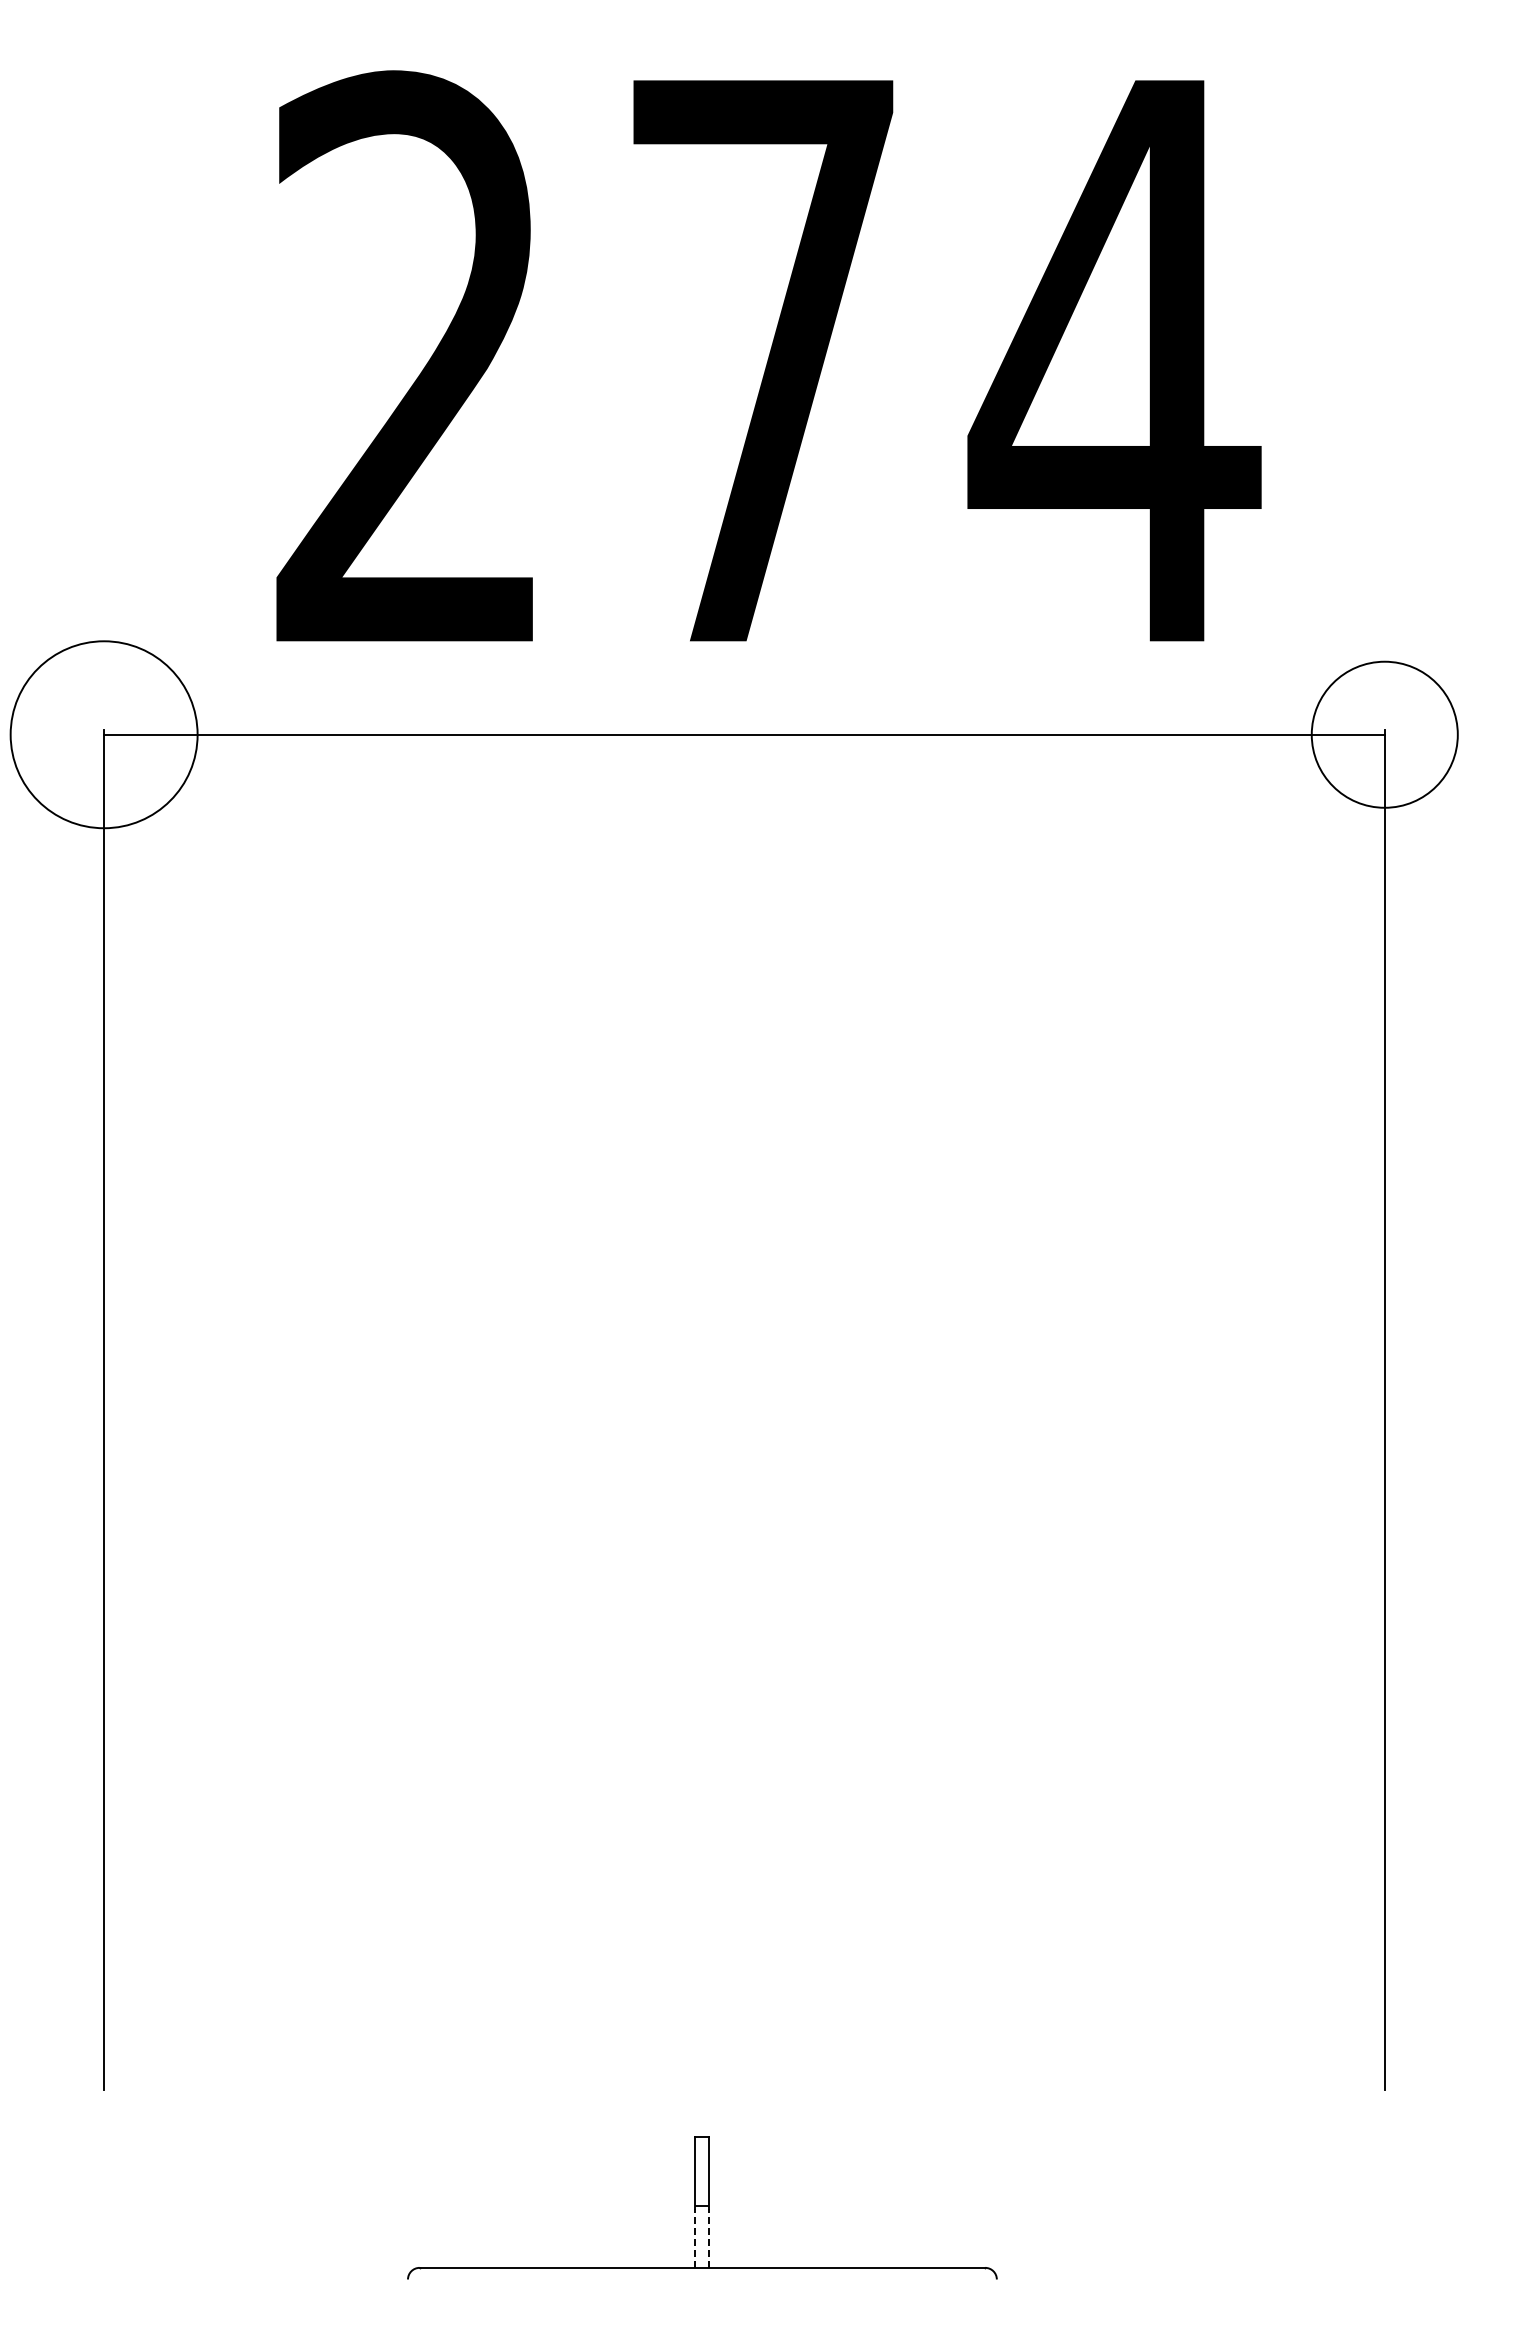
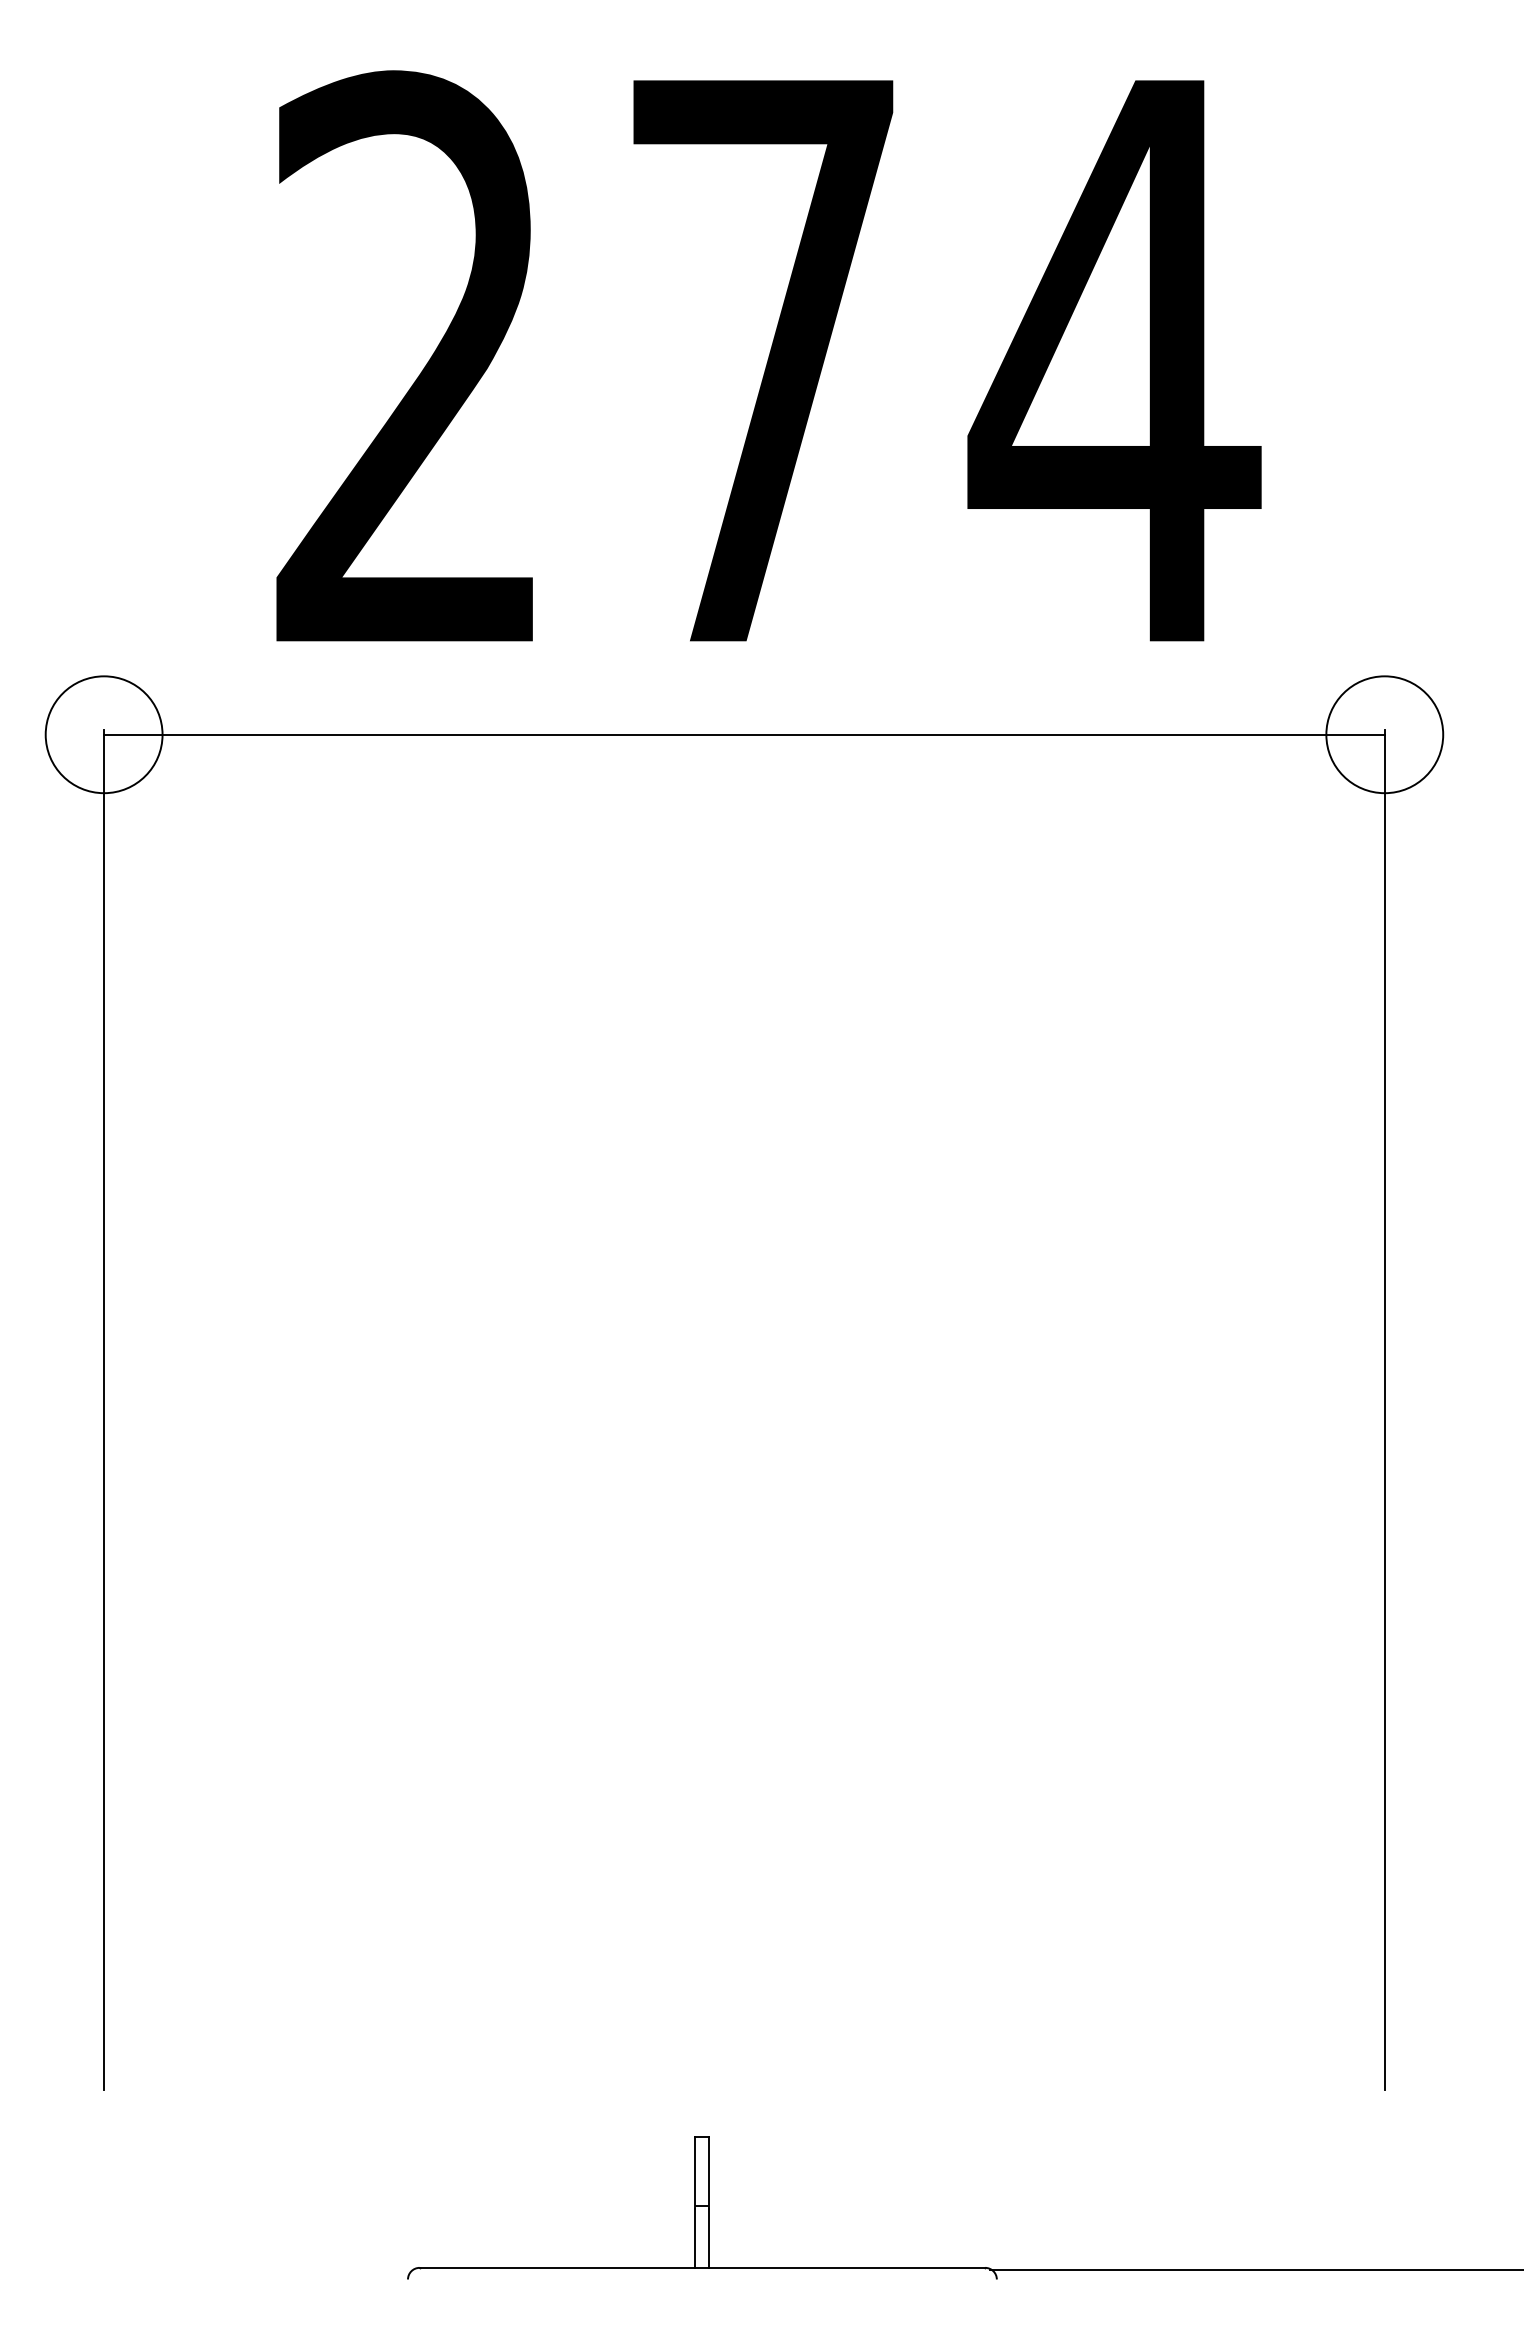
circle at (103, 734) diameter: 187 px -> 117 px
circle at (1384, 734) diameter: 146 px -> 117 px
line at (695, 2238): dashed -> solid
line at (709, 2238): dashed -> solid
line at (1254, 2270): none -> present
